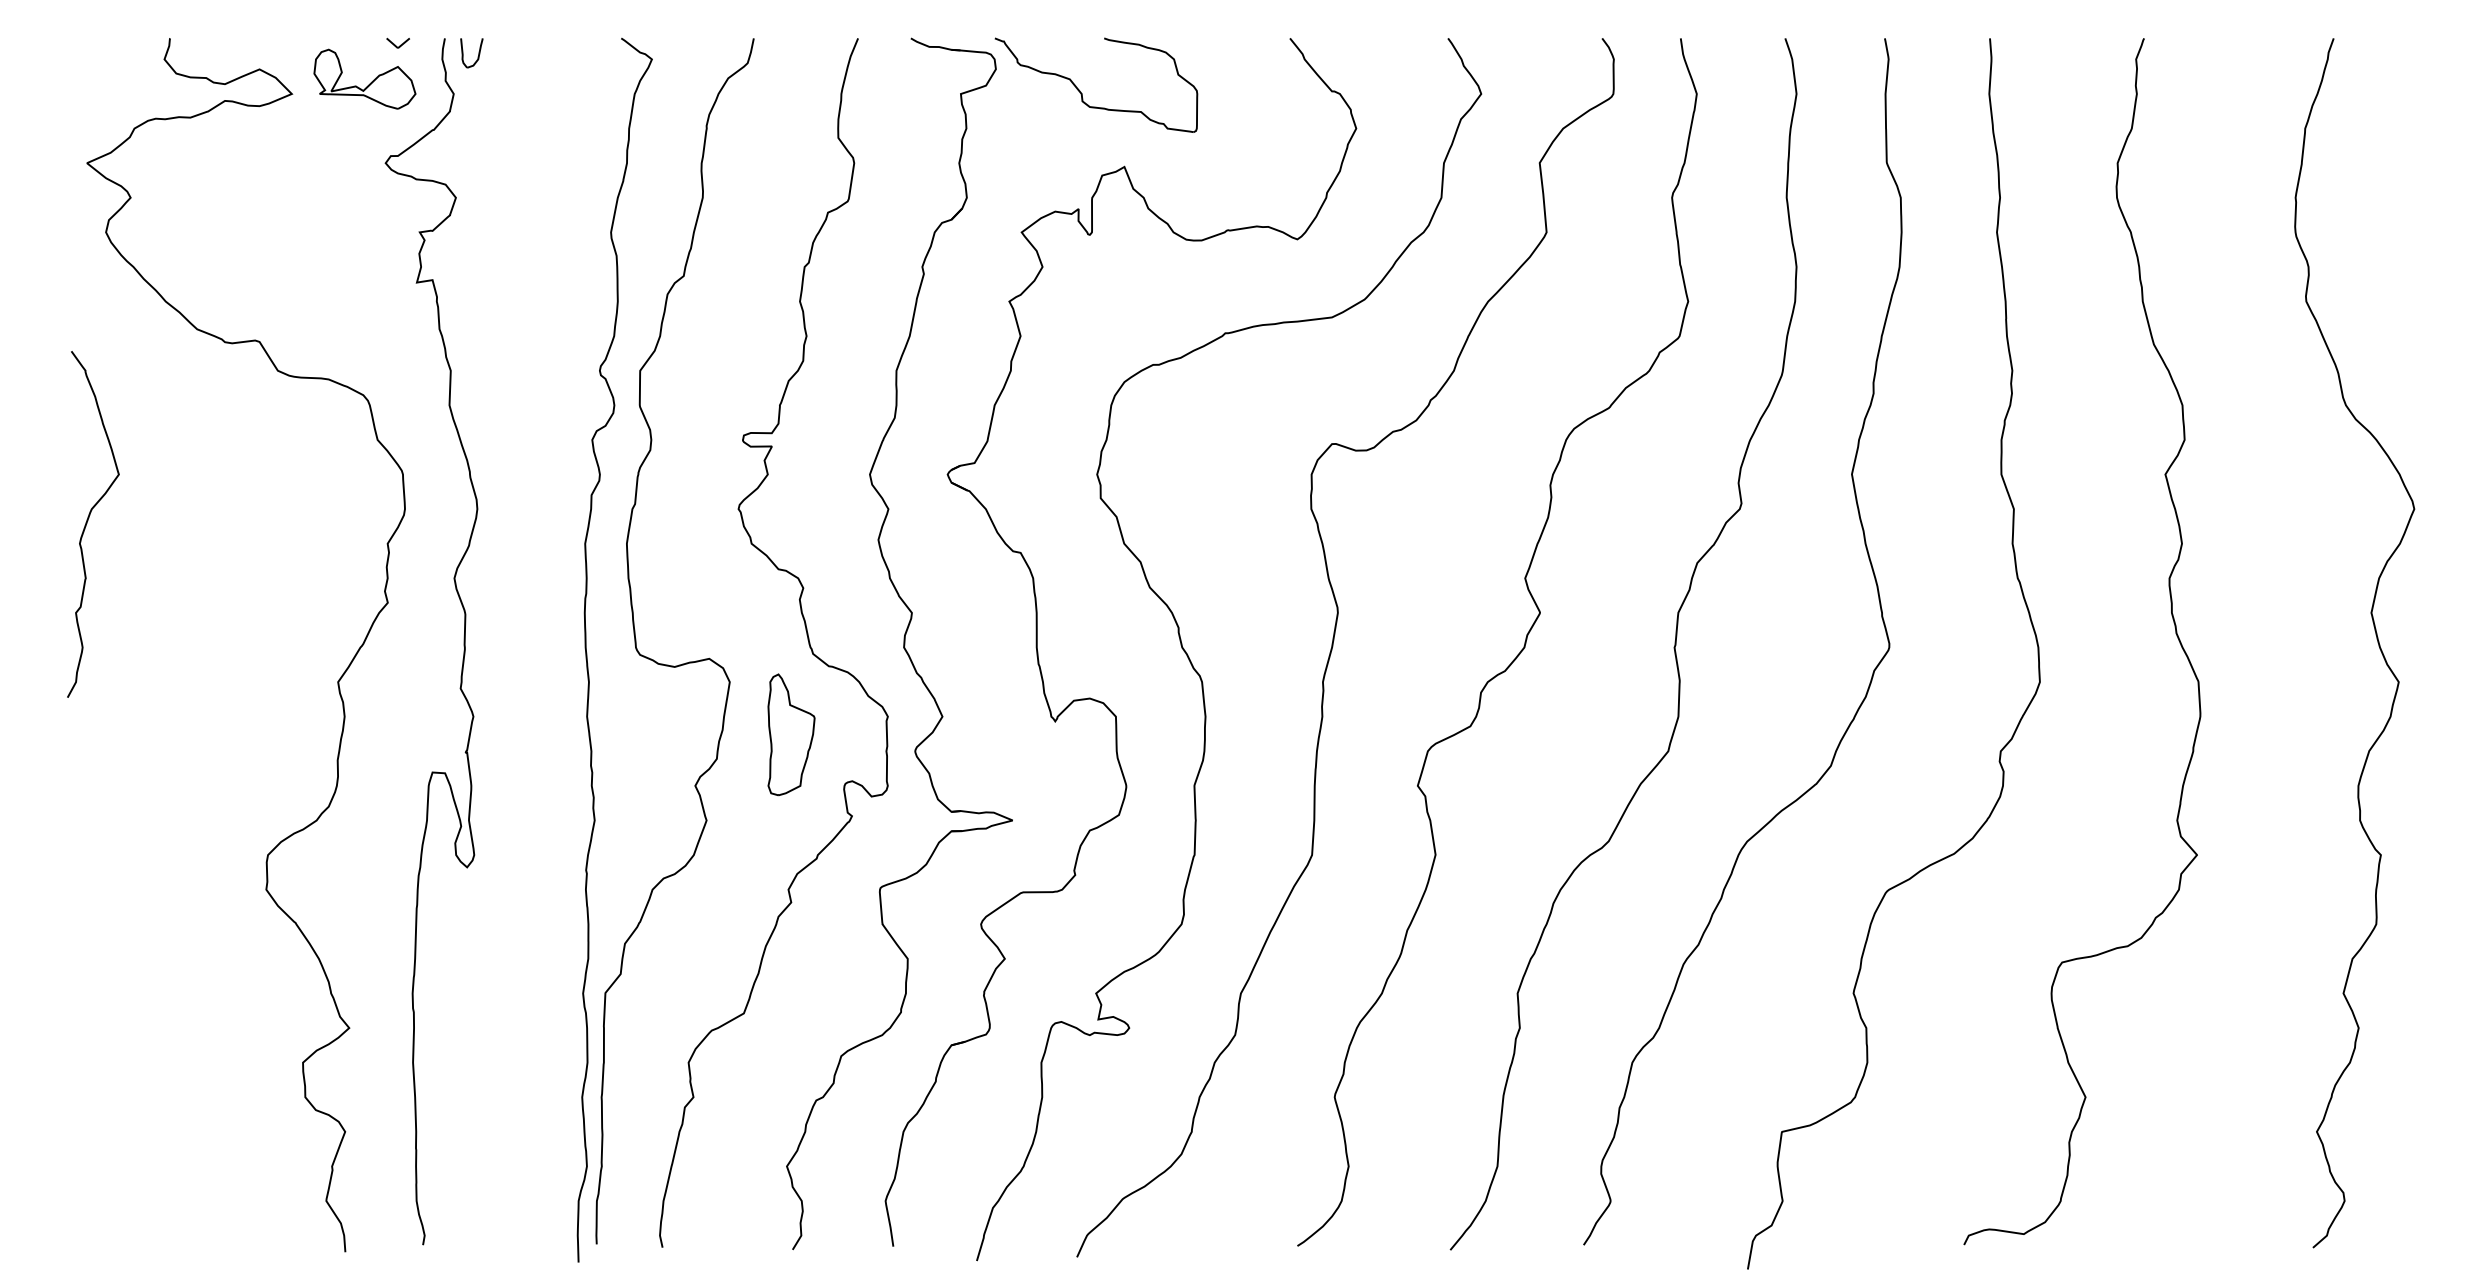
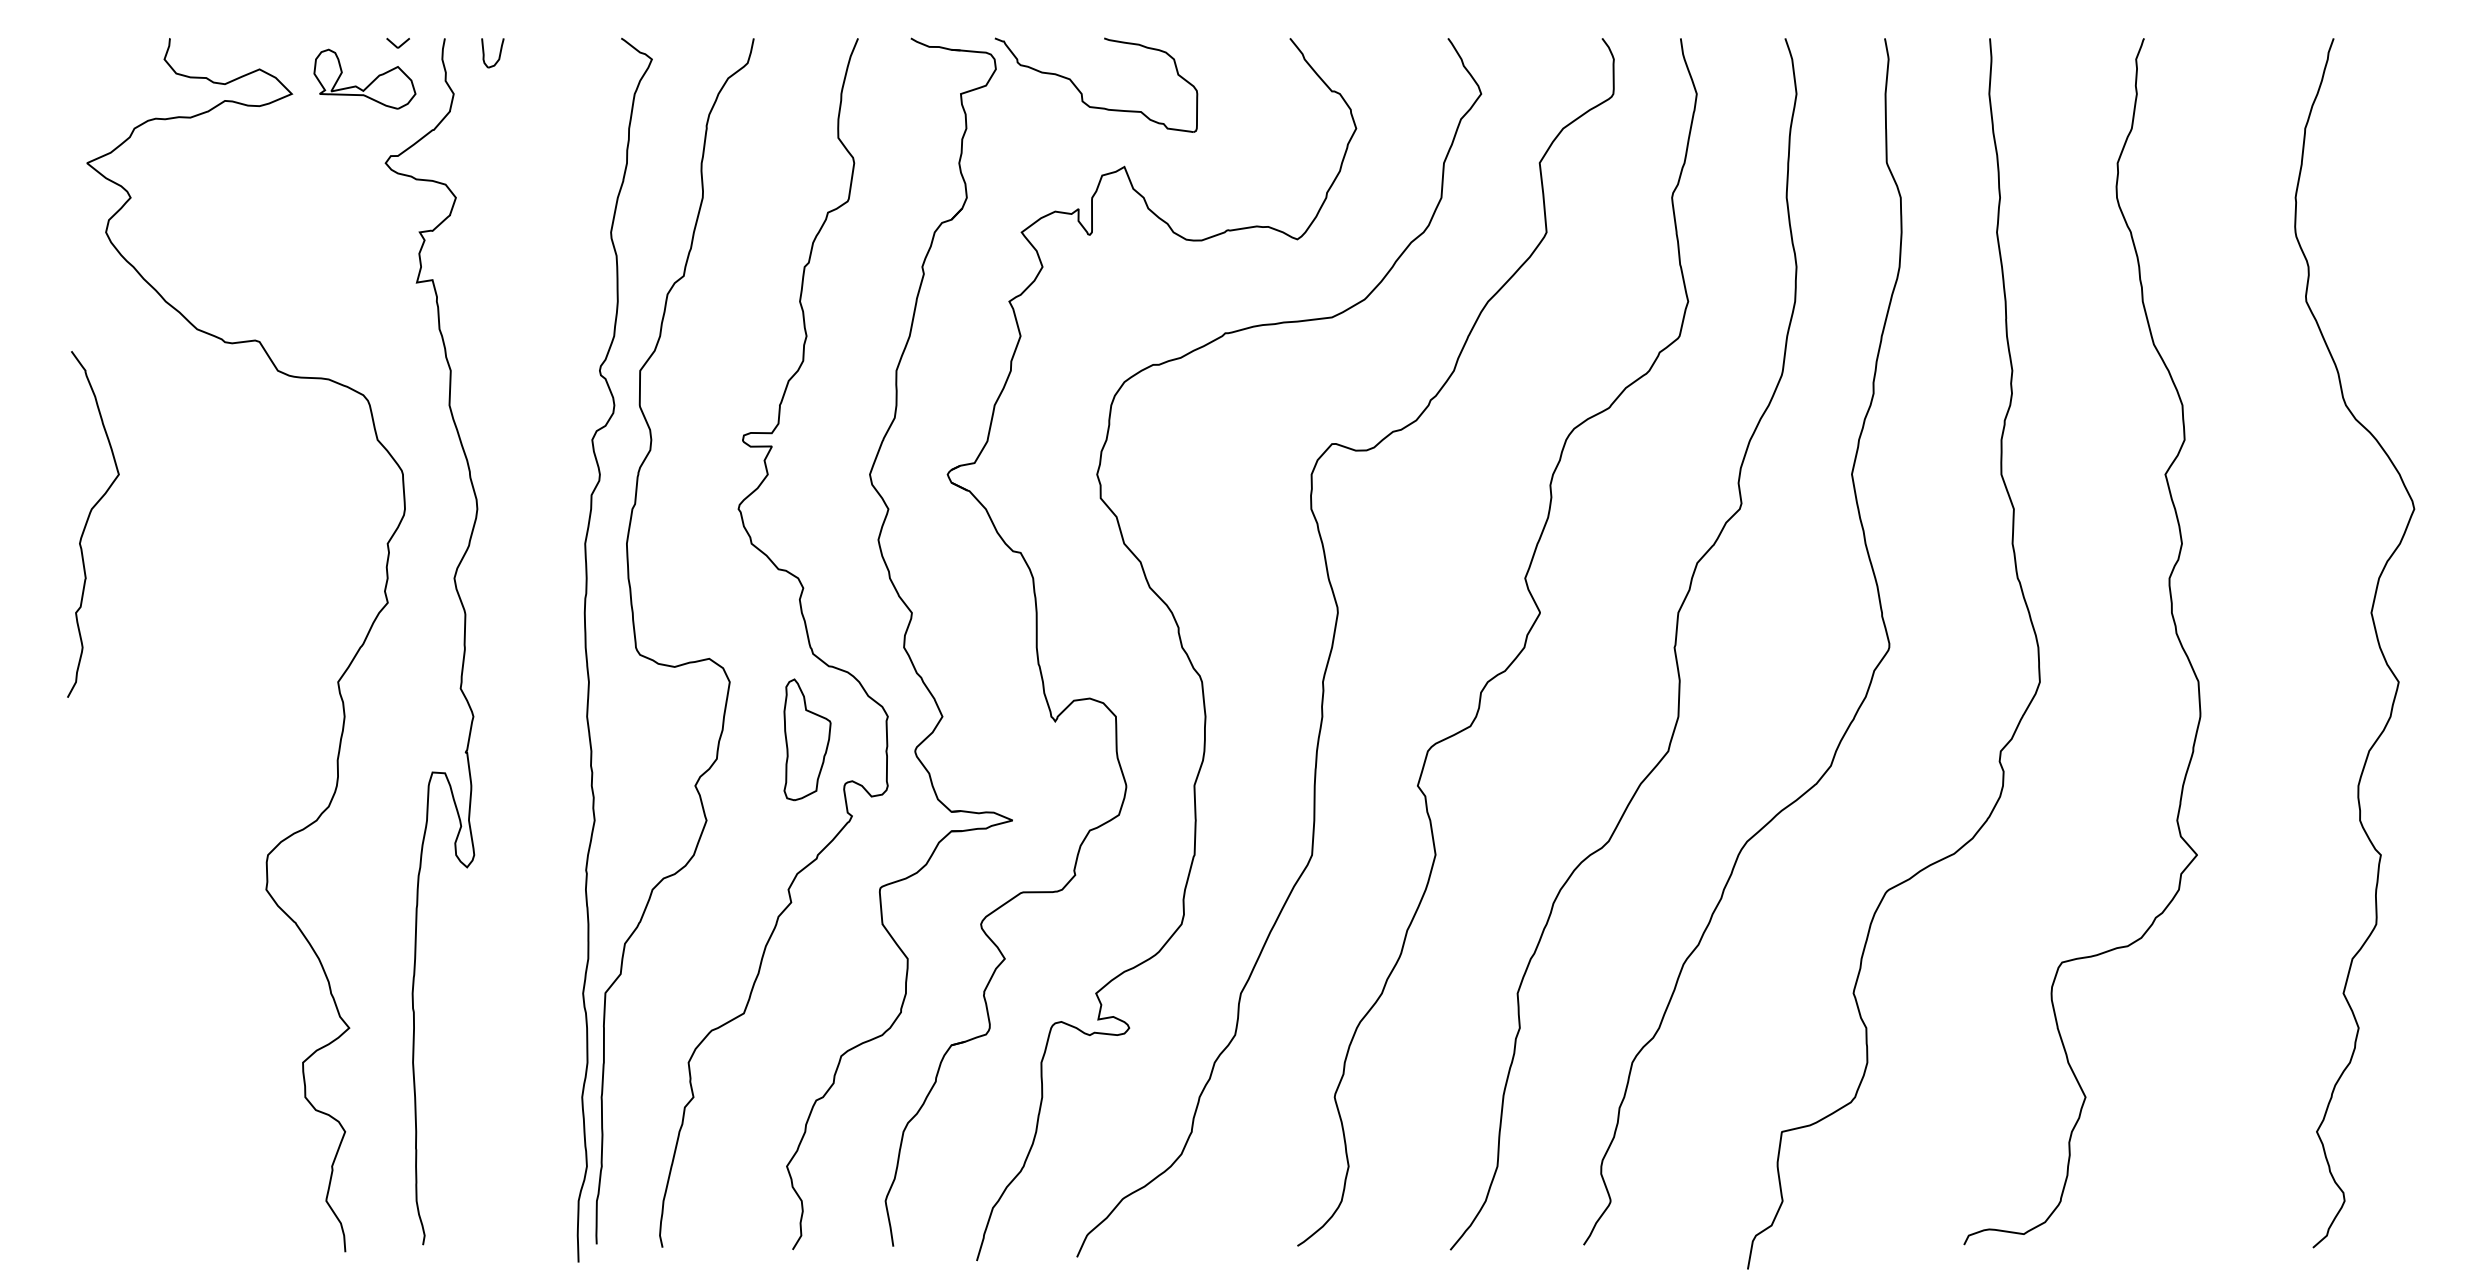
part at (477, 56) position: (477, 56) -> (498, 56)
part at (791, 734) position: (791, 734) -> (807, 739)
